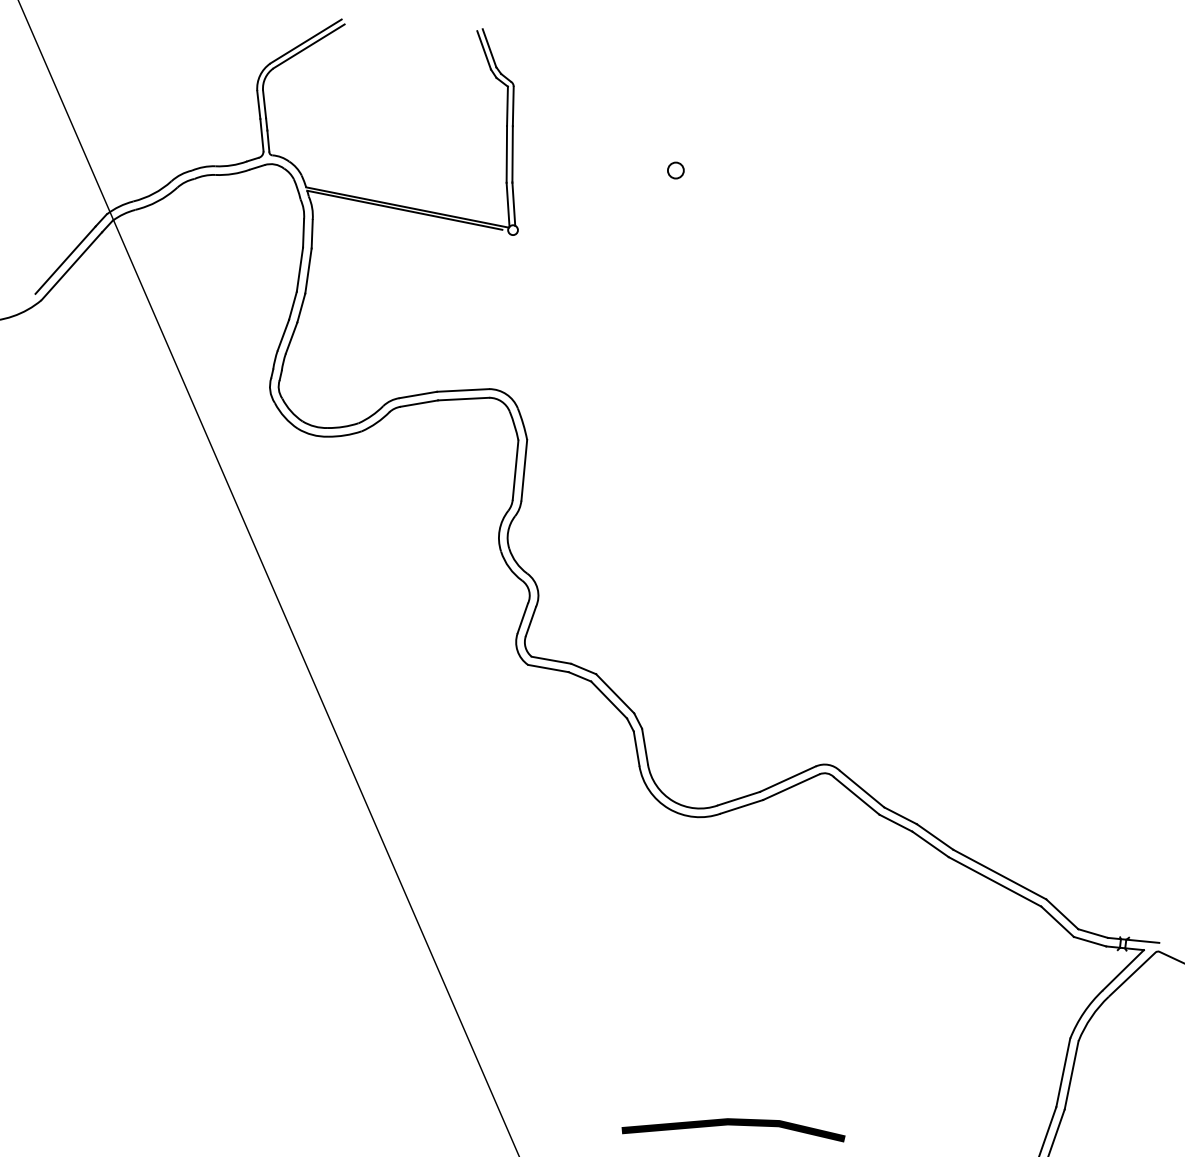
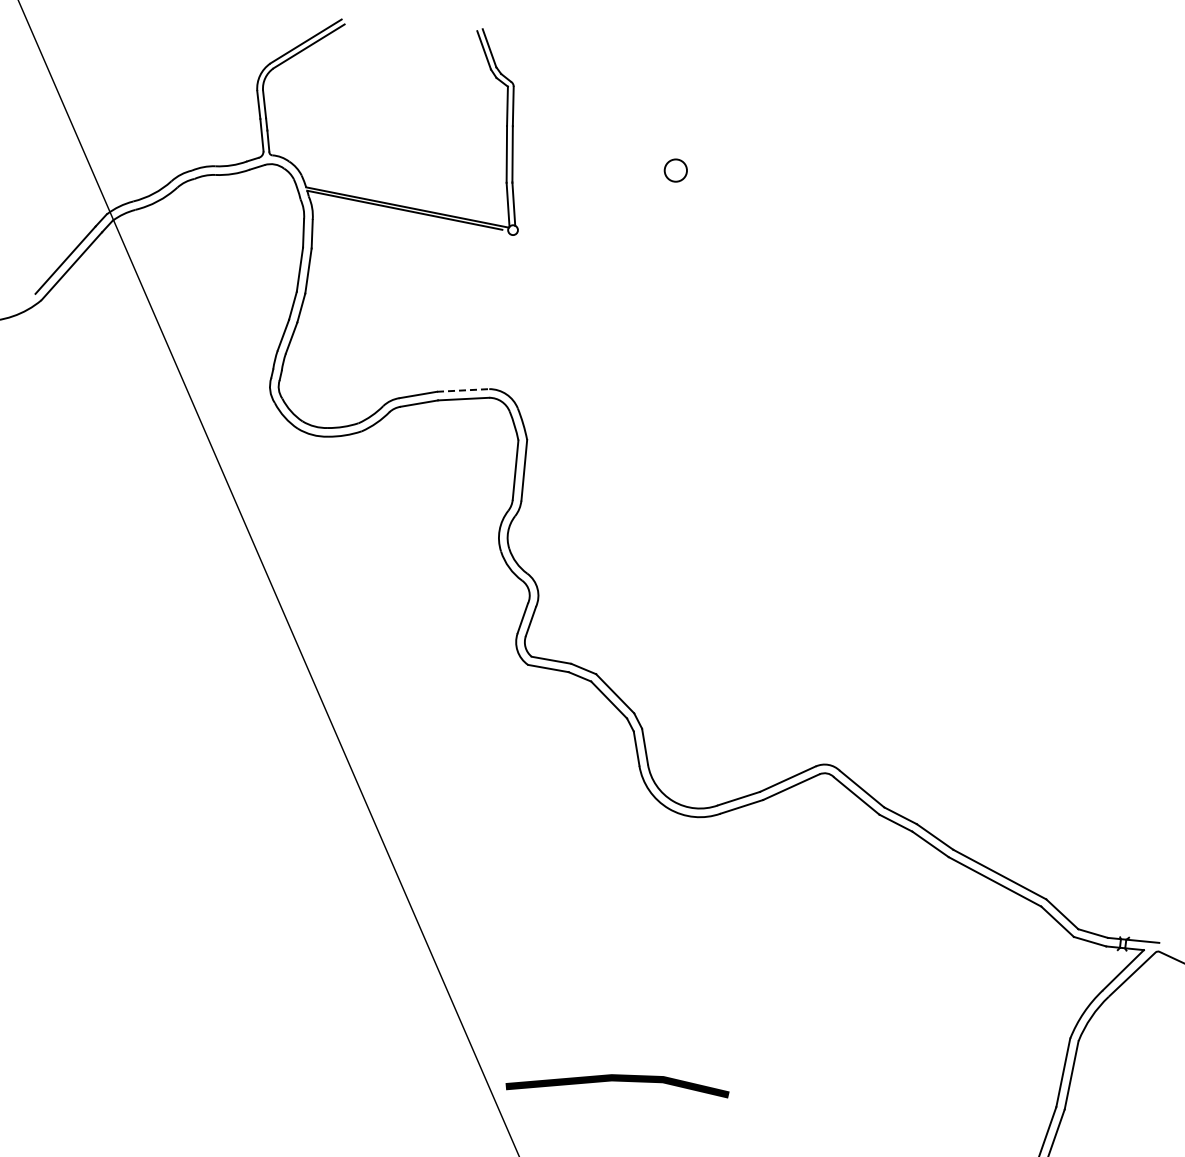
circle at (675, 170) size: 18x19 px -> 25x25 px
line at (463, 390): solid -> dashed
line at (733, 1125) position: (733, 1125) -> (617, 1081)
